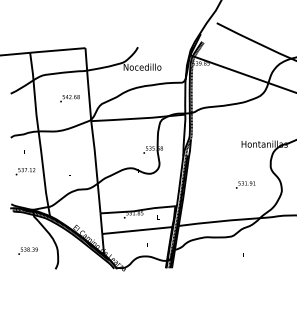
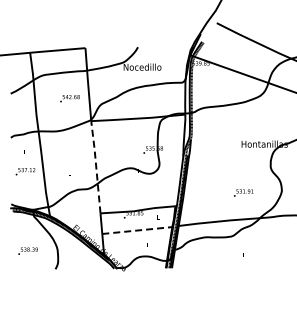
line at (96, 166): solid -> dashed
text at (245, 184) position: (245, 184) -> (243, 192)
line at (137, 230): solid -> dashed
